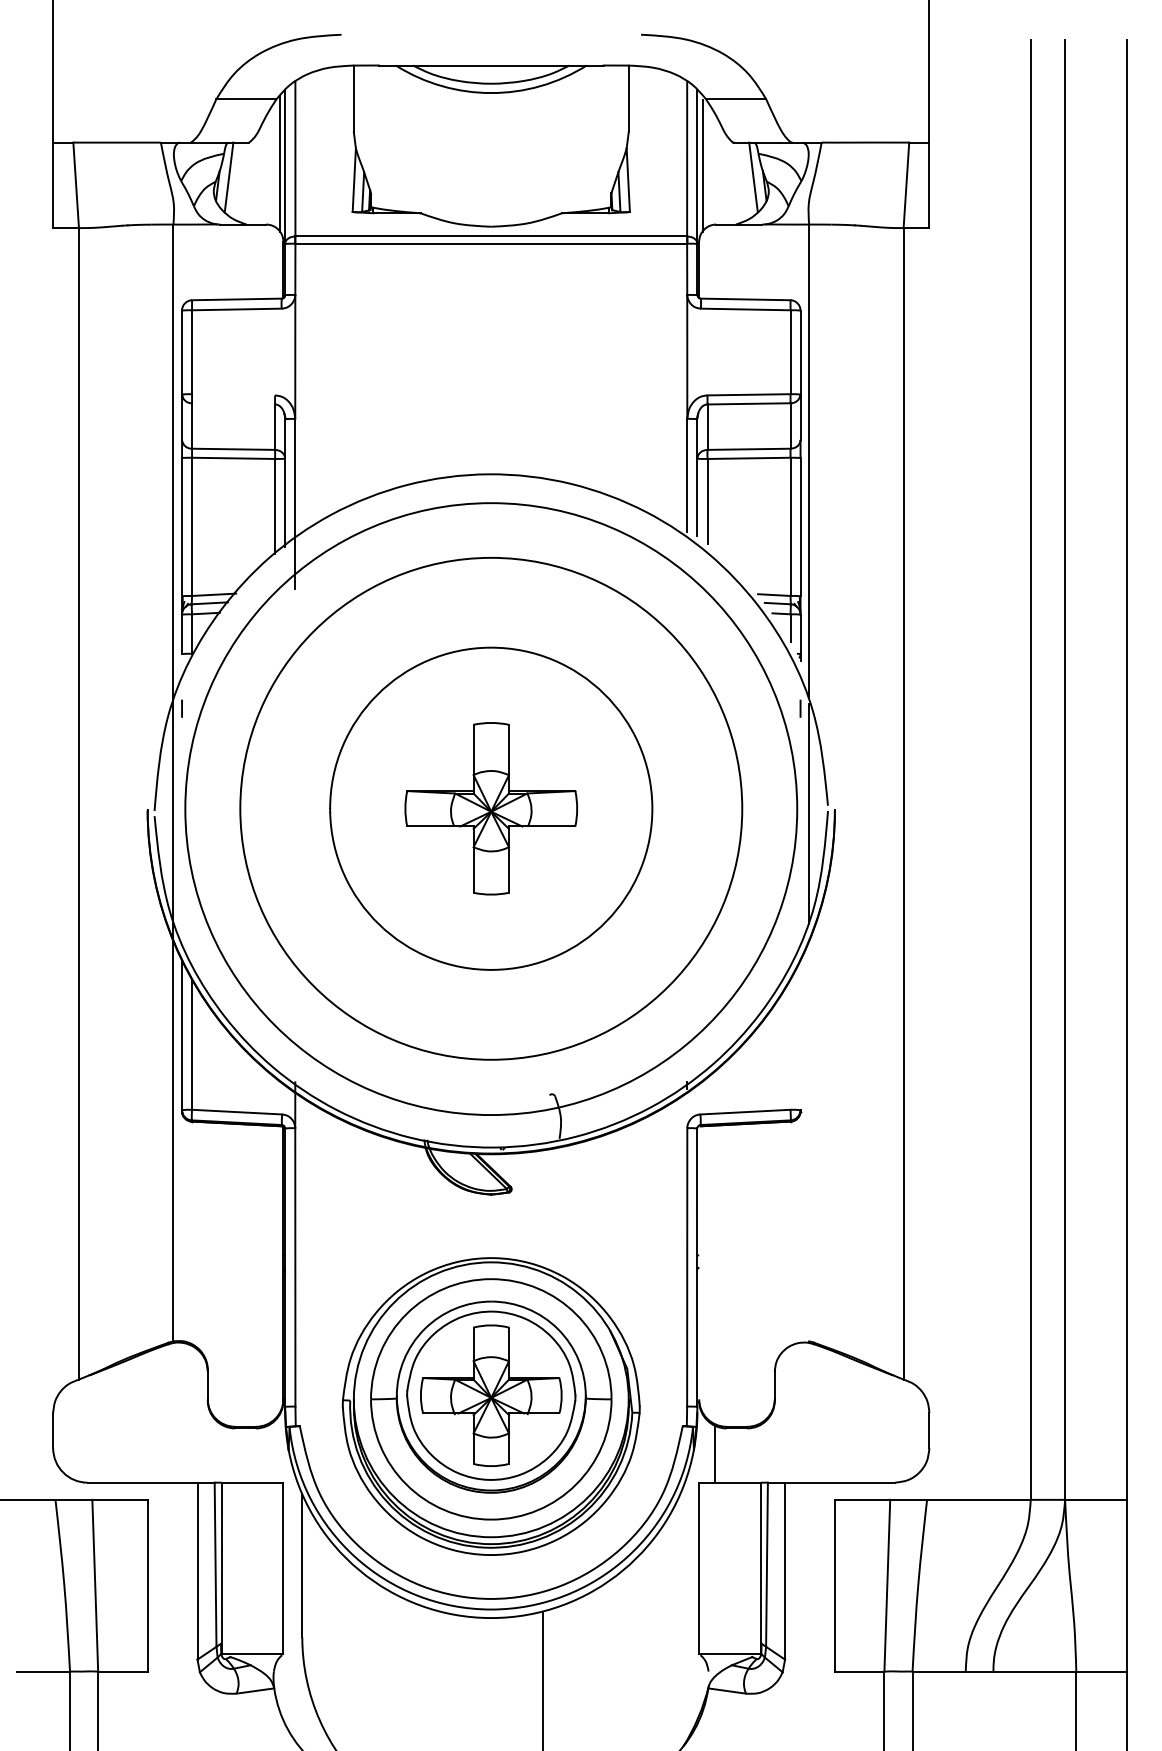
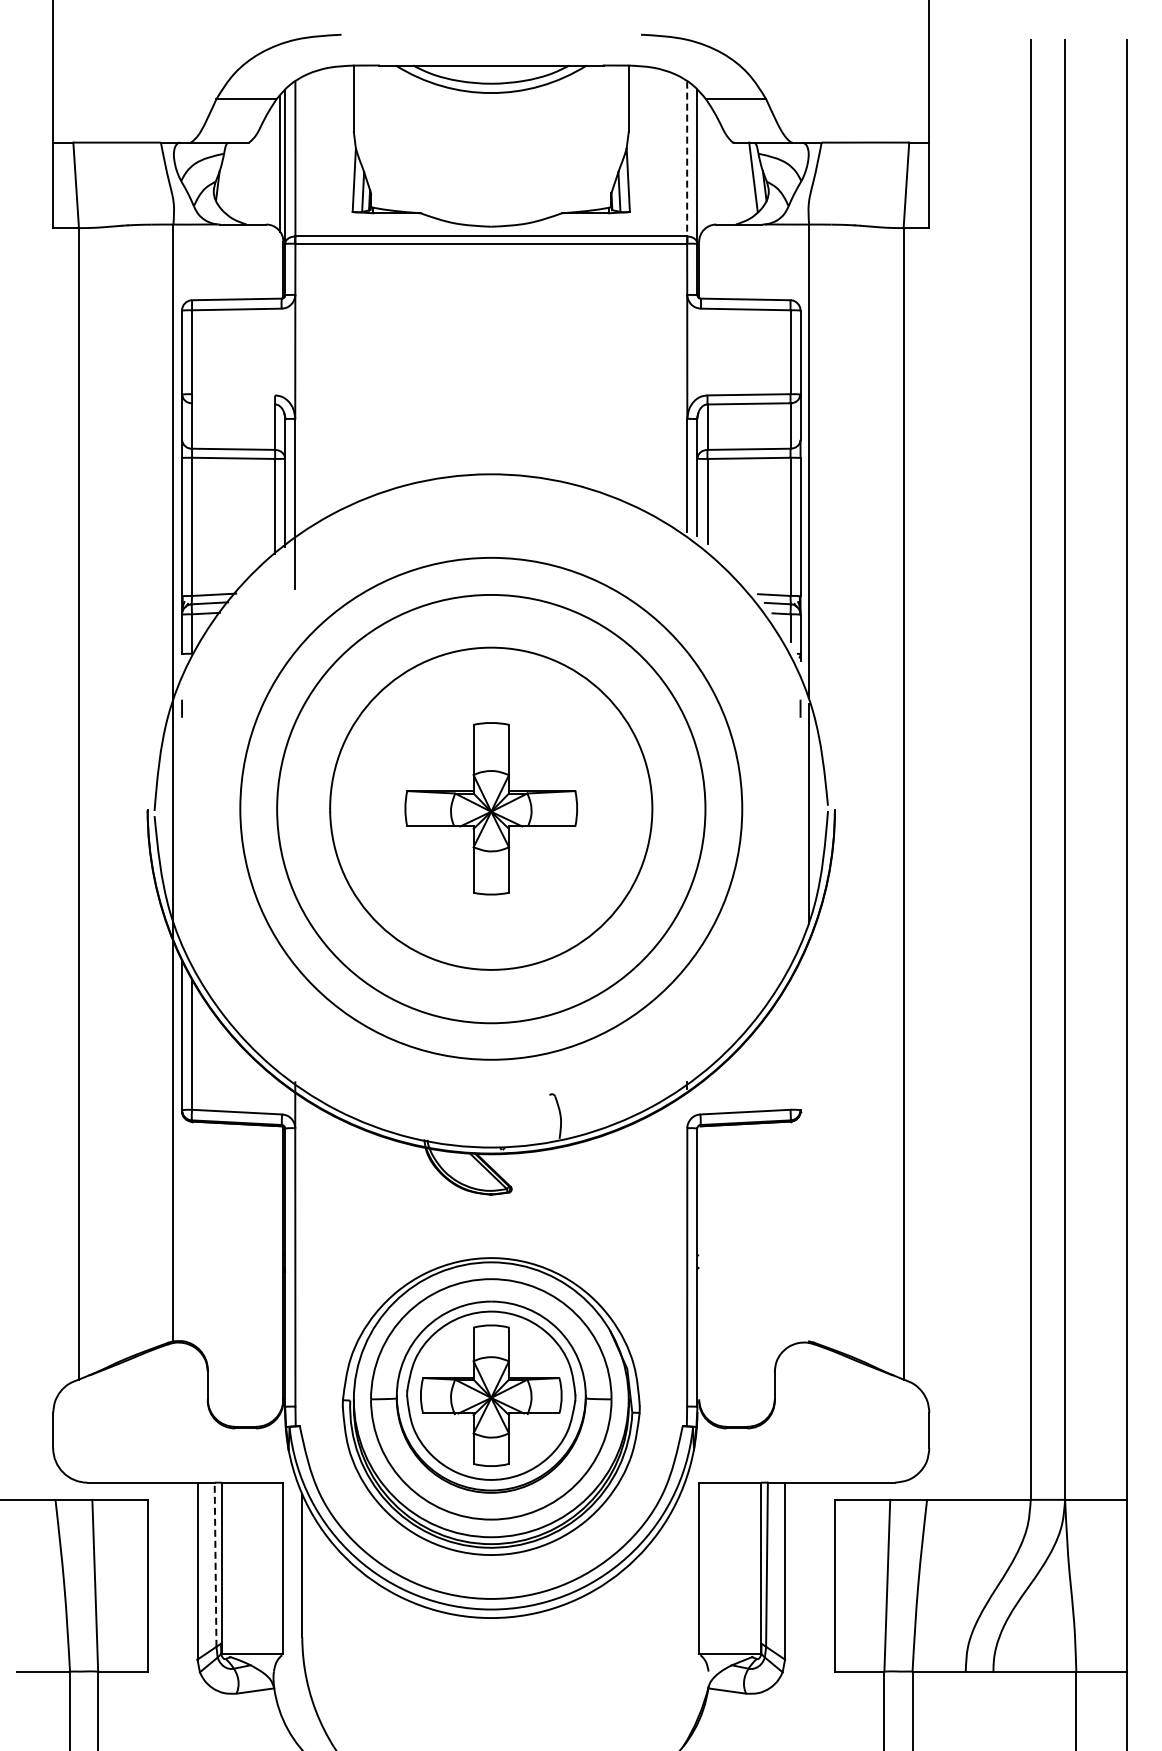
line at (687, 159): solid -> dashed
line at (702, 165): present -> none
line at (228, 177): present -> none
circle at (491, 809) diameter: 612 px -> 428 px
line at (714, 1453): present -> none
line at (215, 1564): solid -> dashed
line at (542, 1679): present -> none
